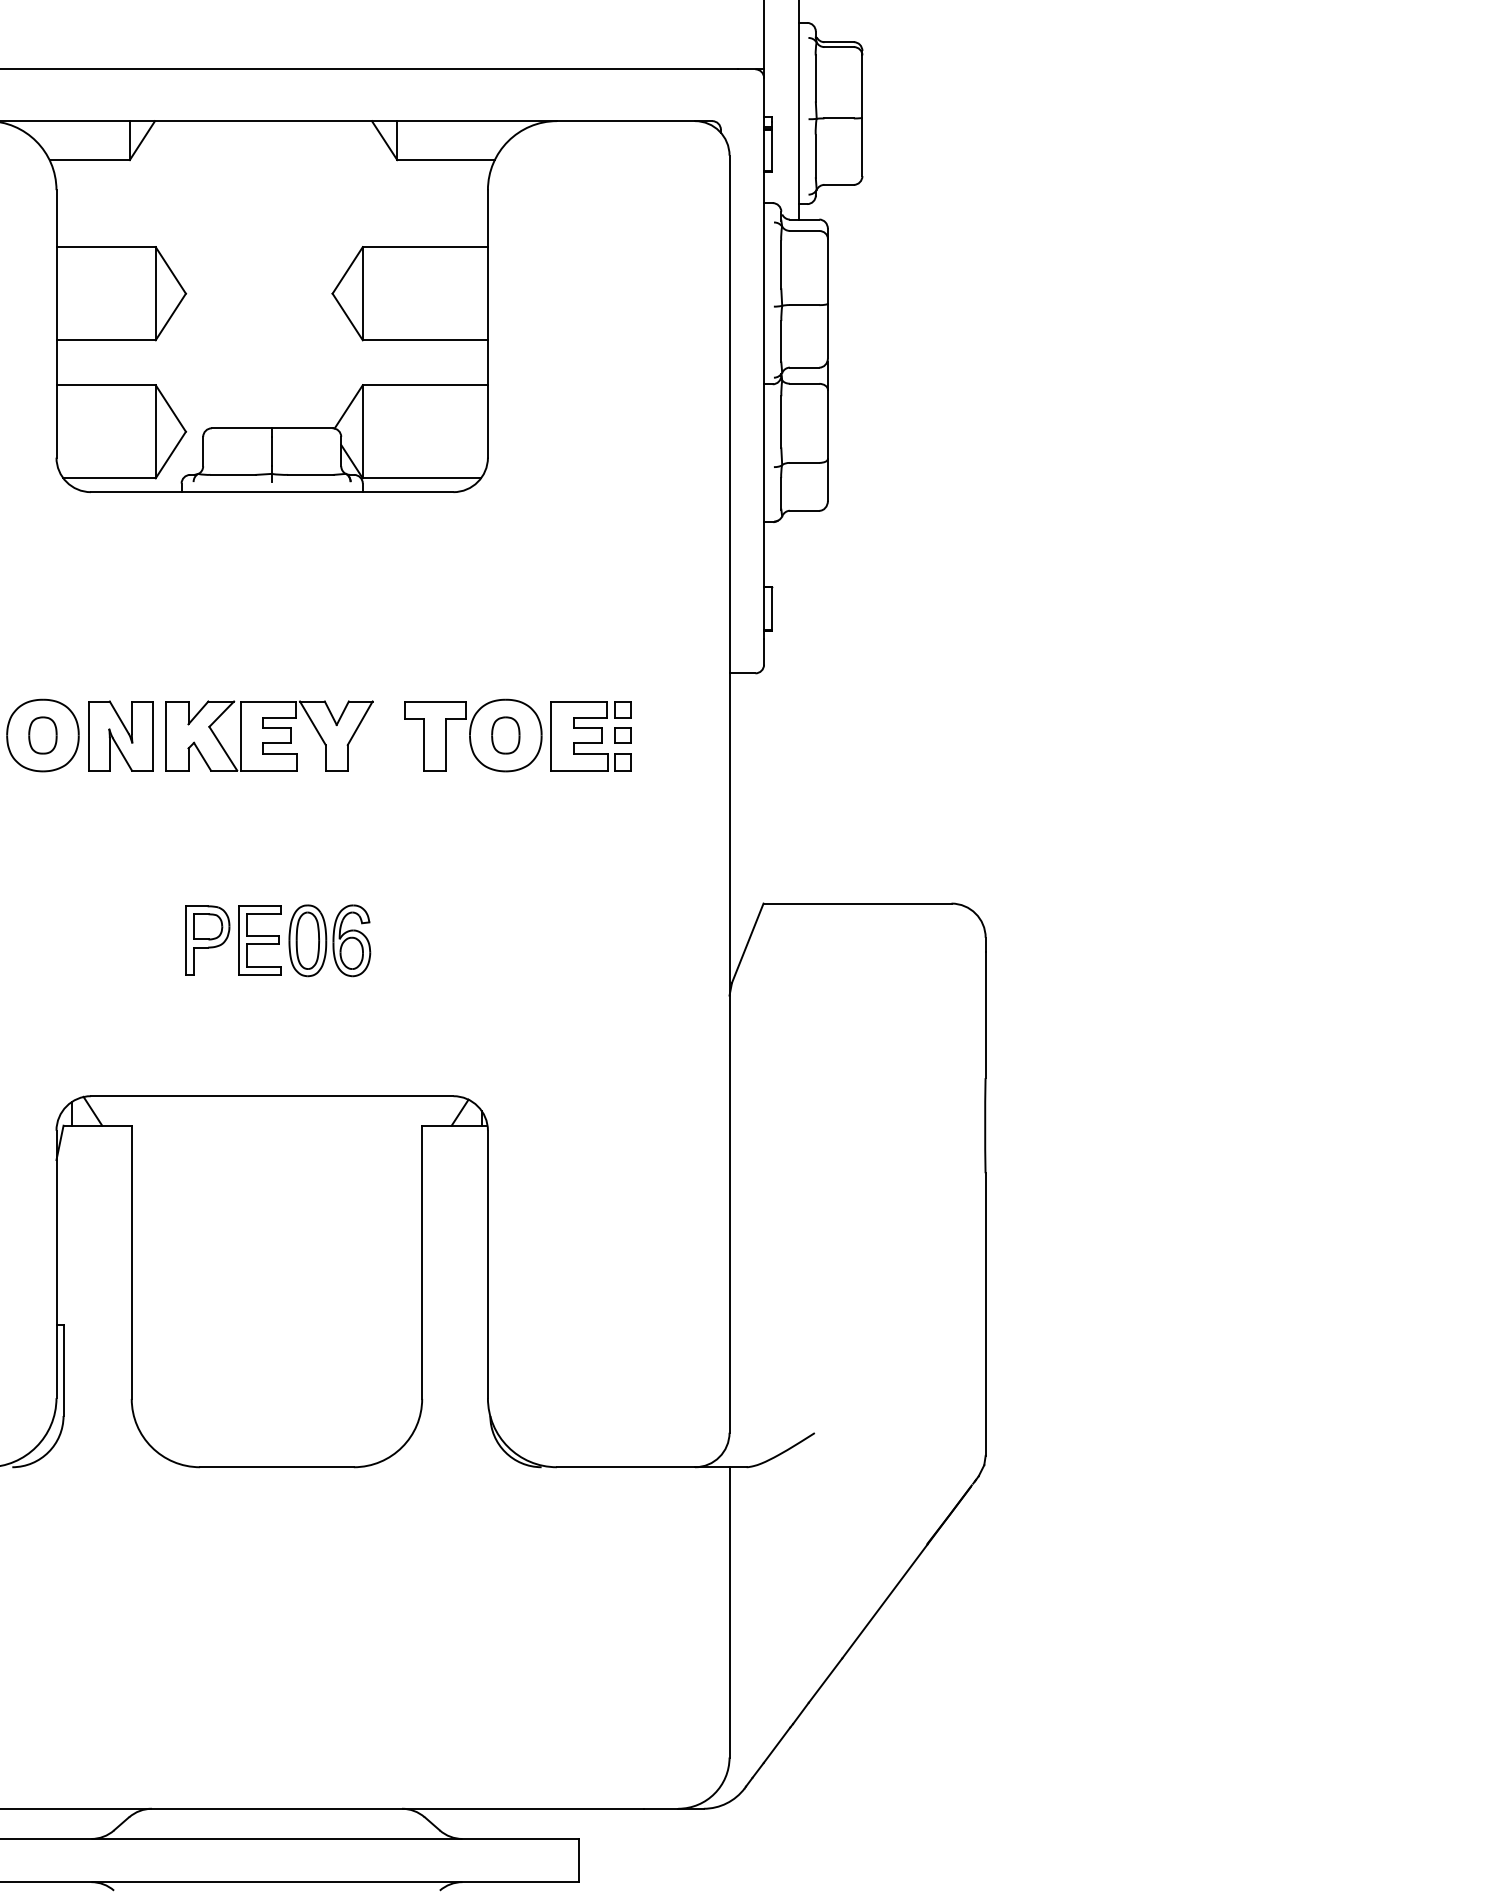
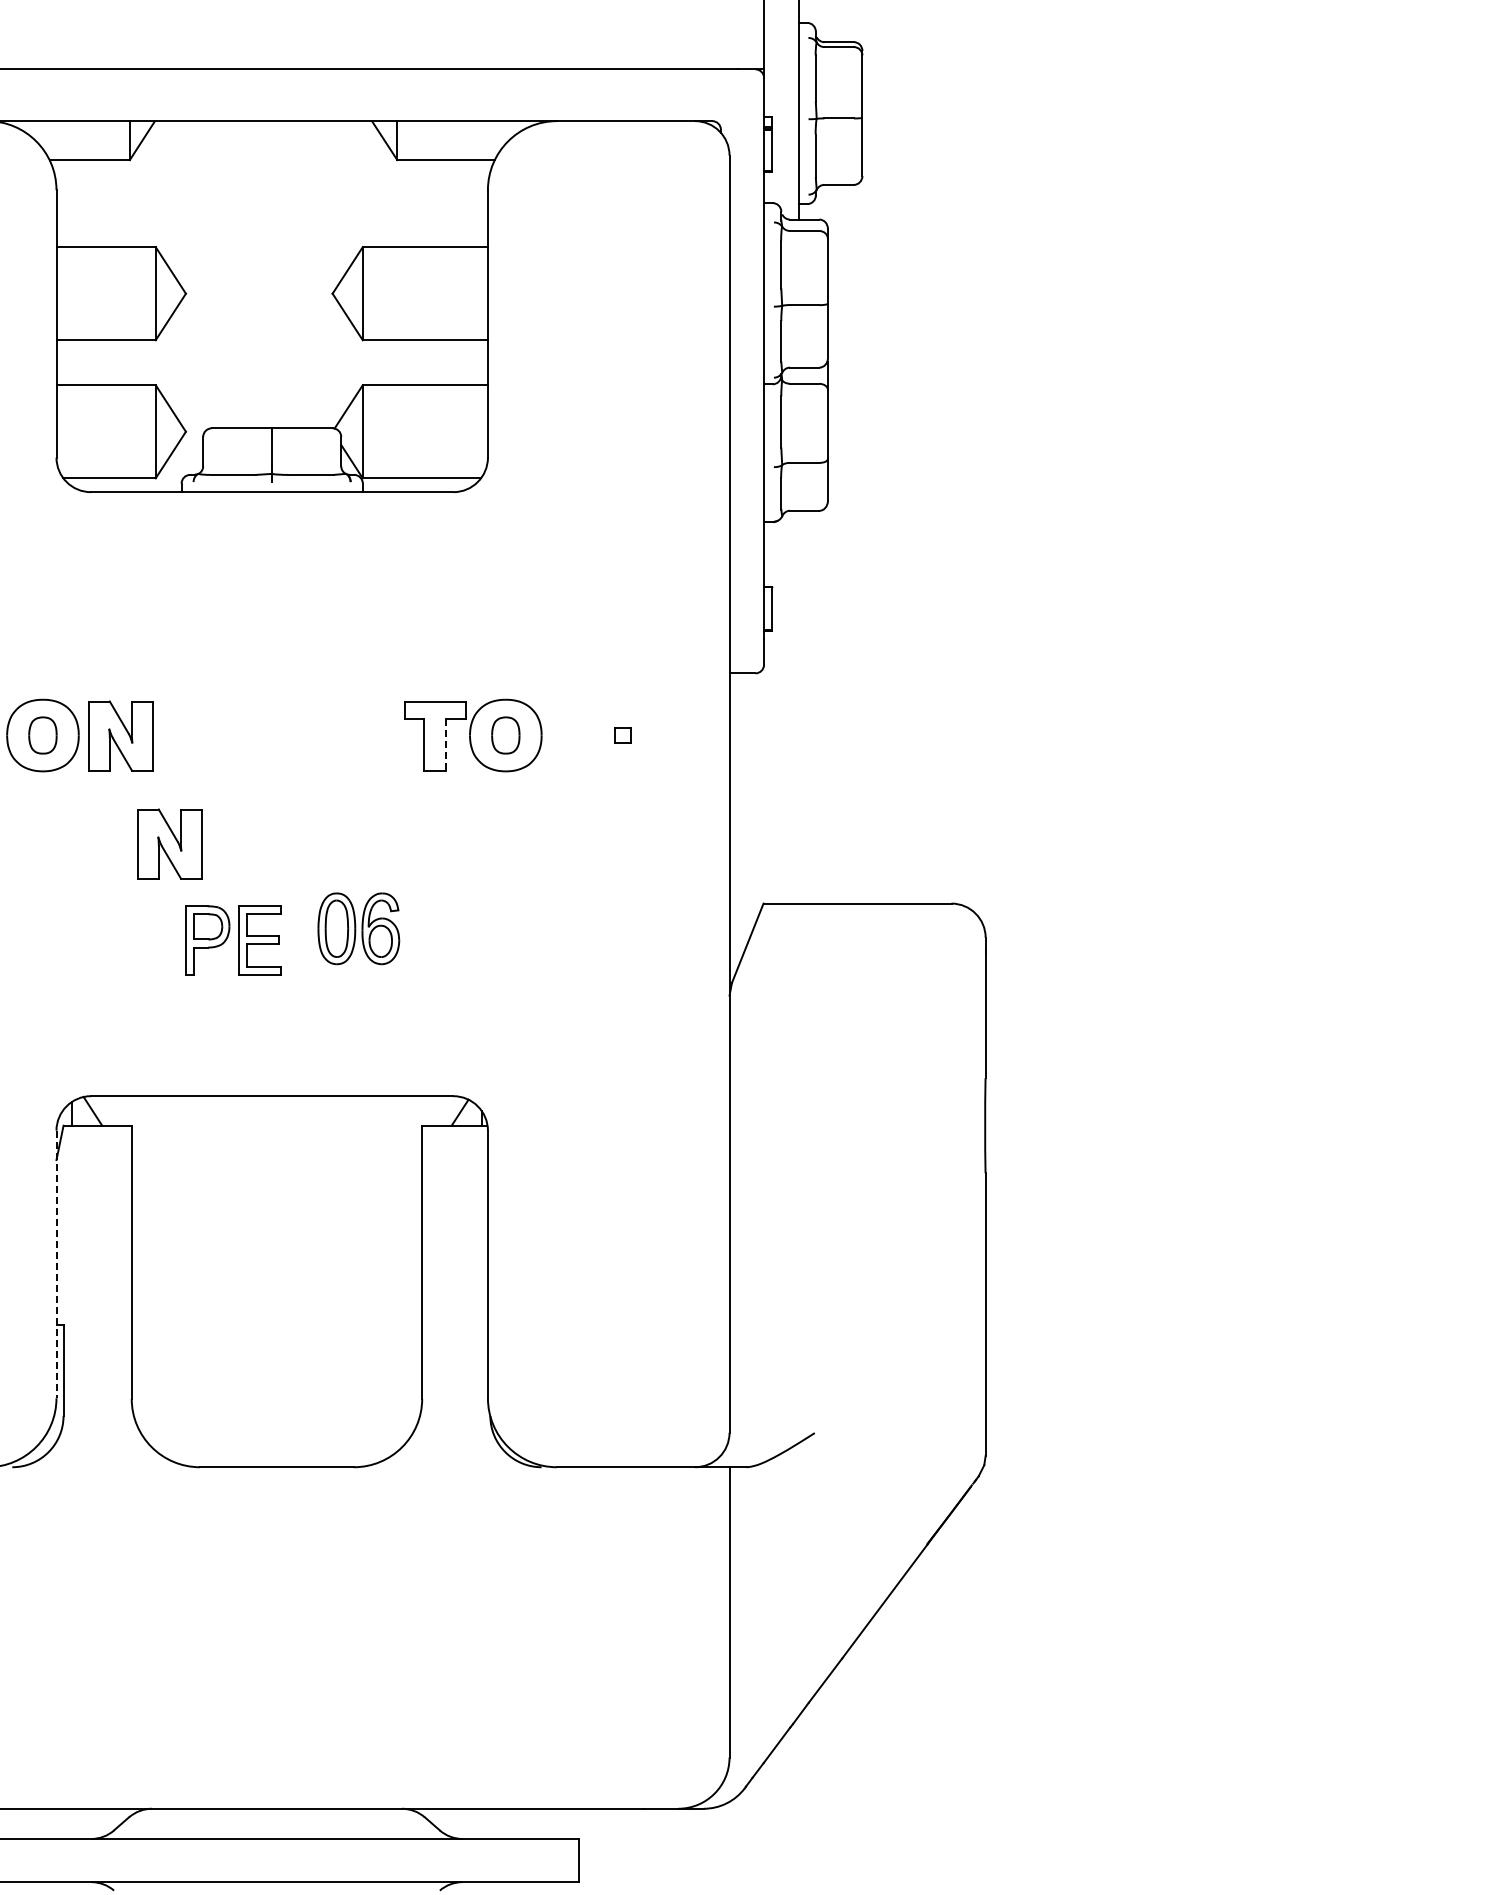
part at (269, 735): present -> none
part at (590, 736): present -> none
line at (446, 744): solid -> dashed
part at (169, 843): none -> present
part at (329, 940) position: (329, 940) -> (358, 928)
line at (56, 1264): solid -> dashed
